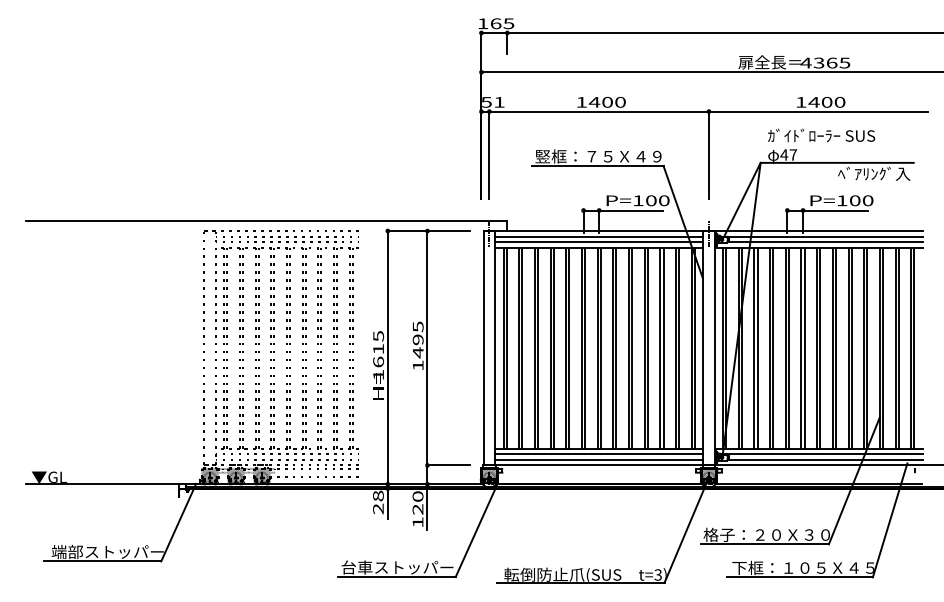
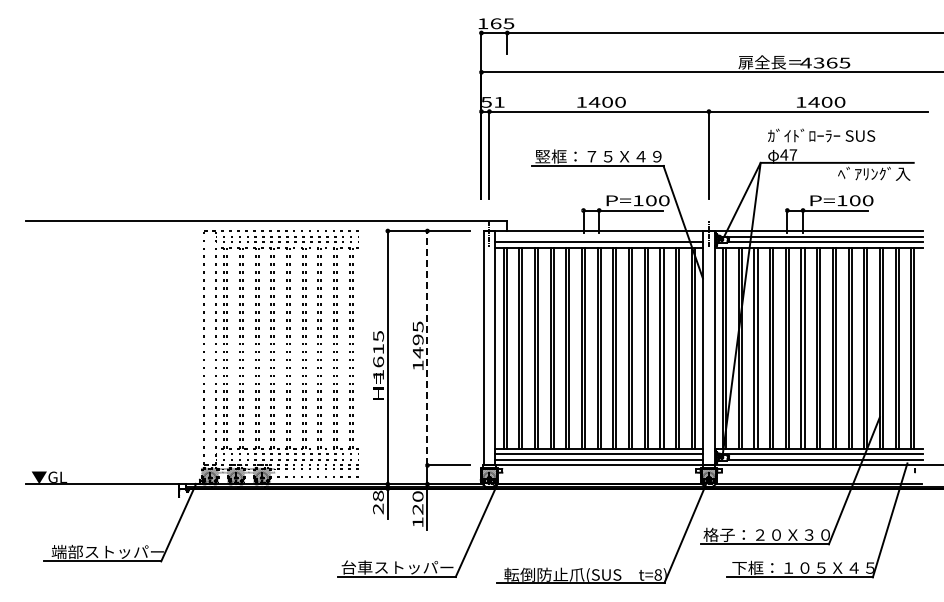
line at (599, 236): present -> none
line at (427, 347): solid -> dashed
text at (657, 574): t=3) -> t=8)
